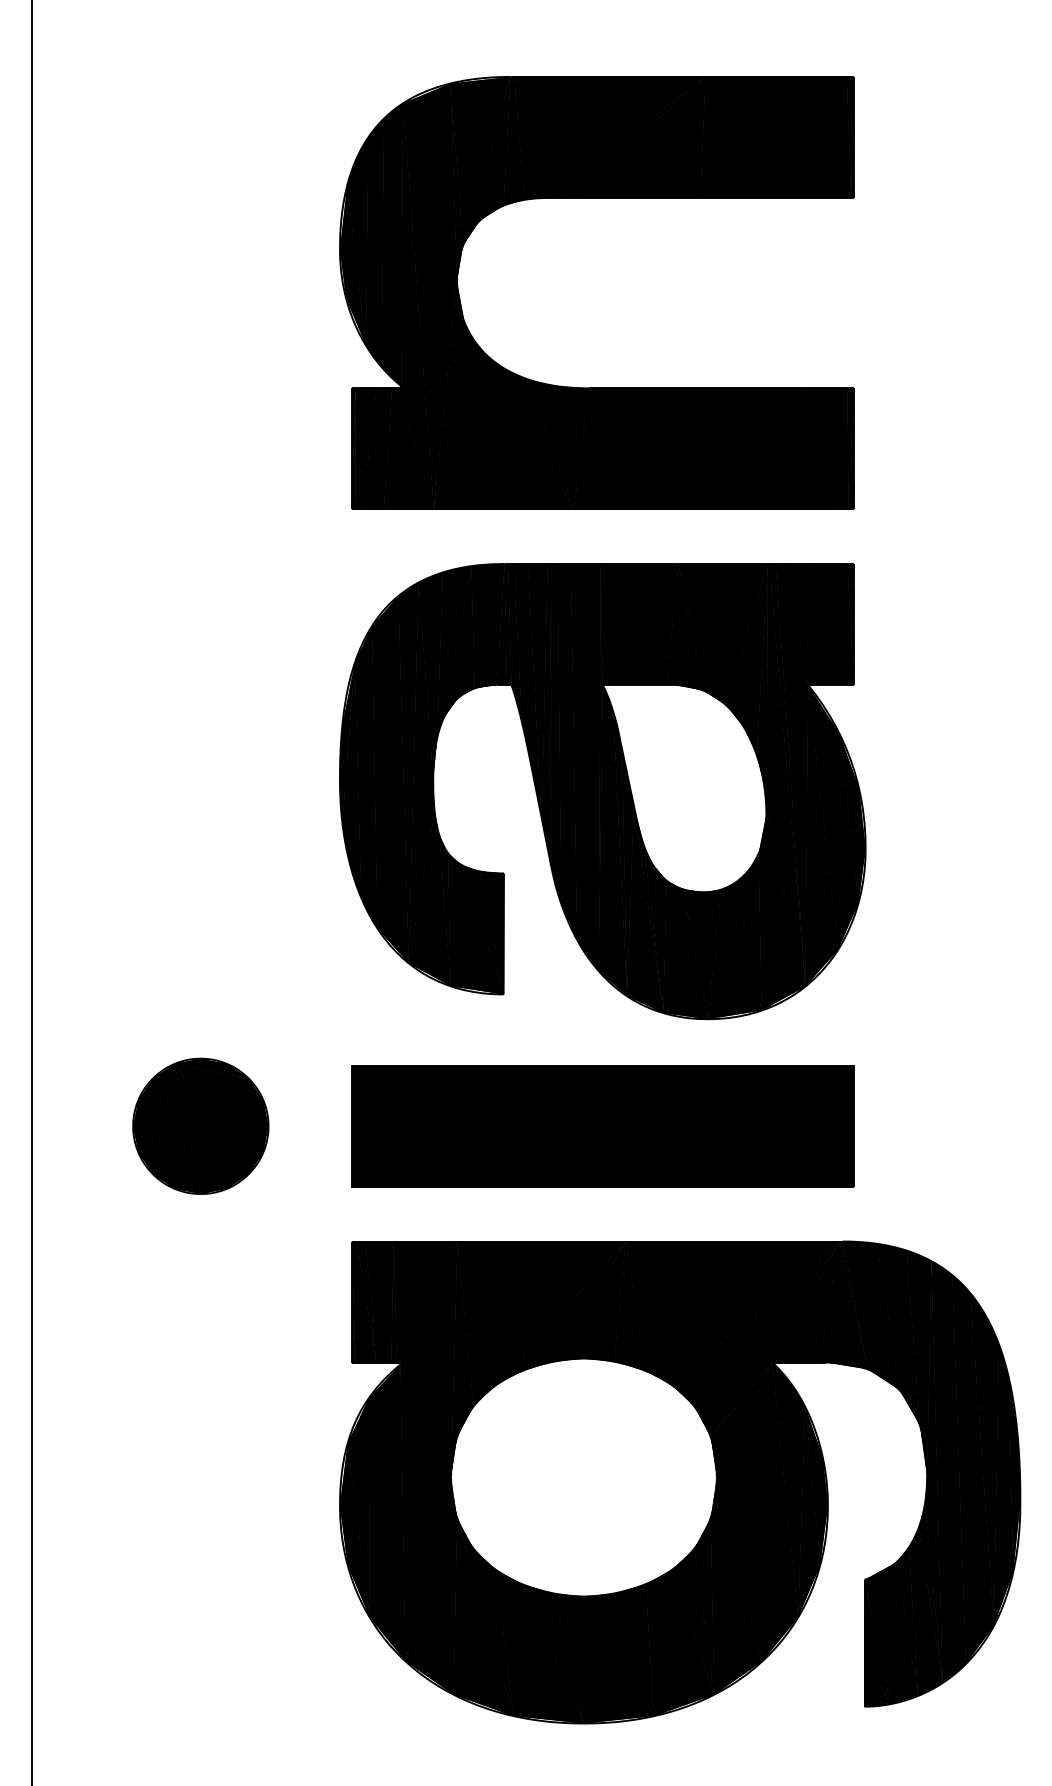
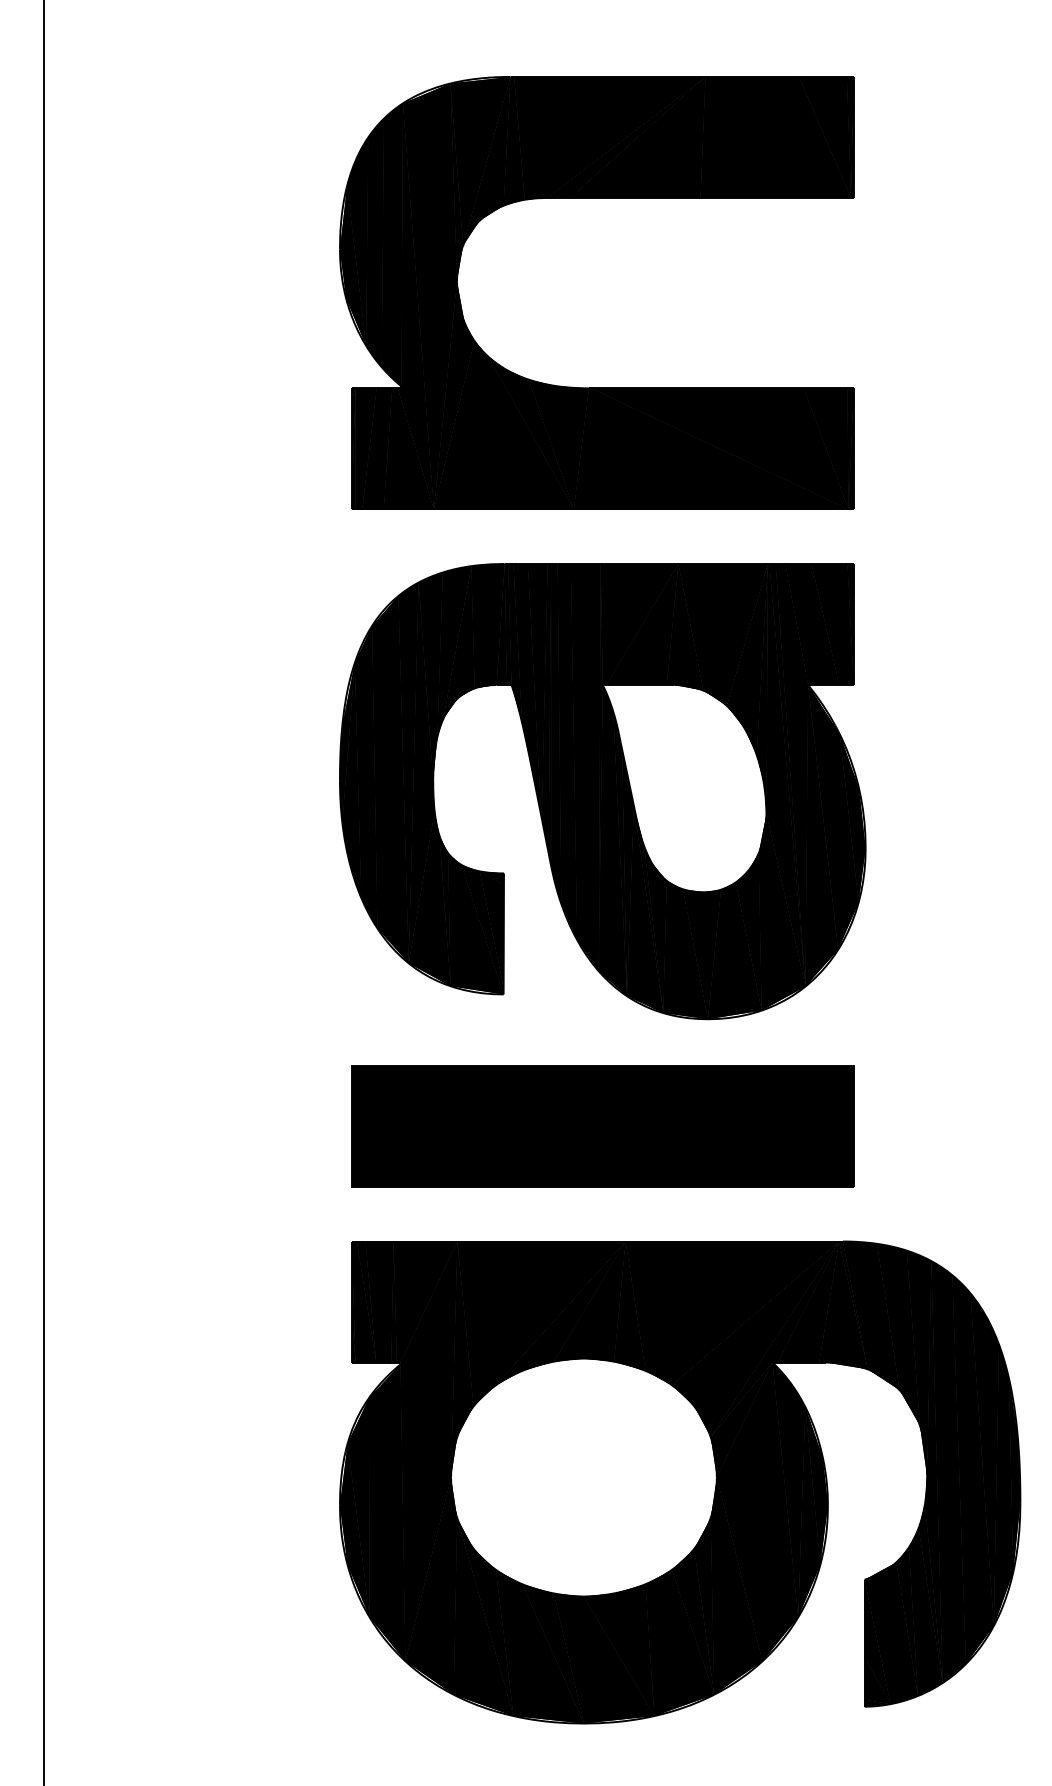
line at (31, 892) position: (31, 892) -> (43, 892)
part at (200, 1125): present -> none
